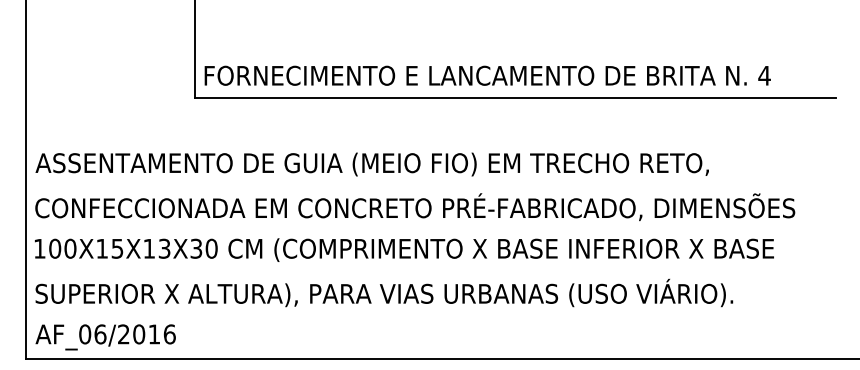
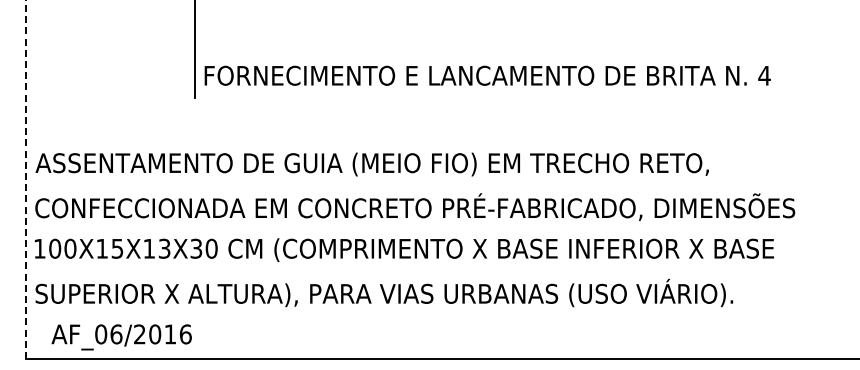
line at (515, 98): present -> none
line at (25, 179): solid -> dashed
text at (105, 337) position: (105, 337) -> (121, 337)
